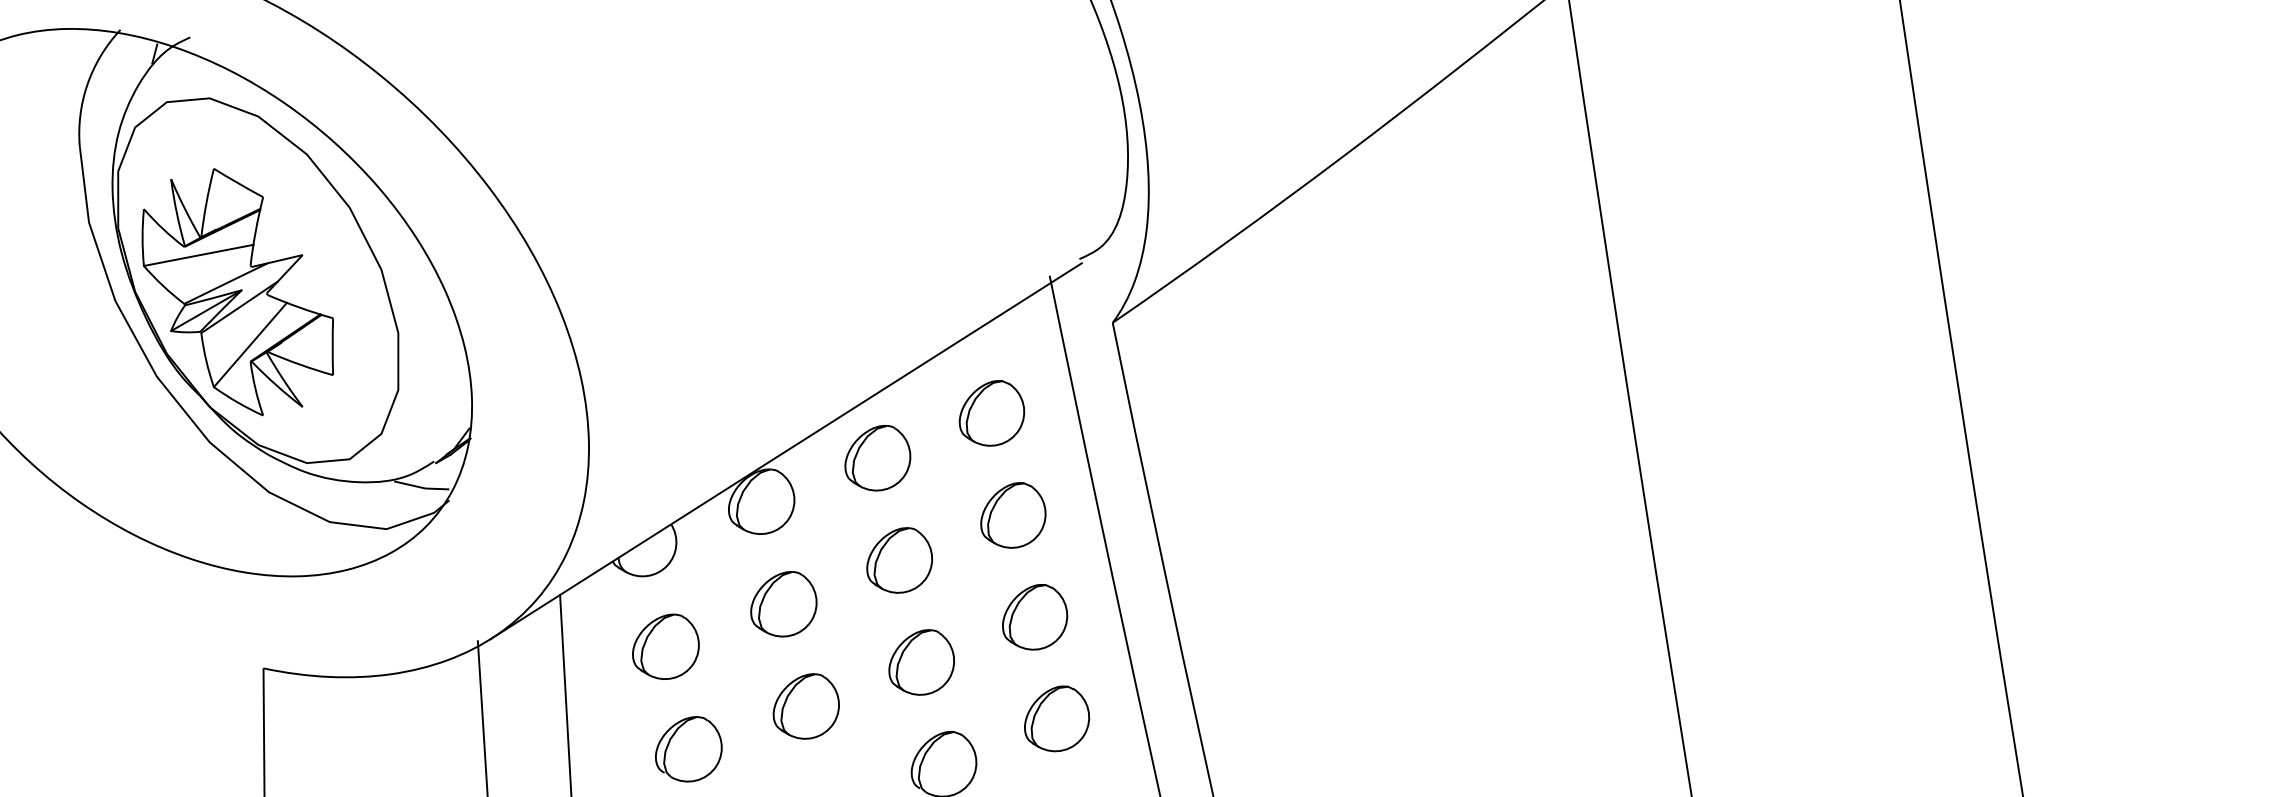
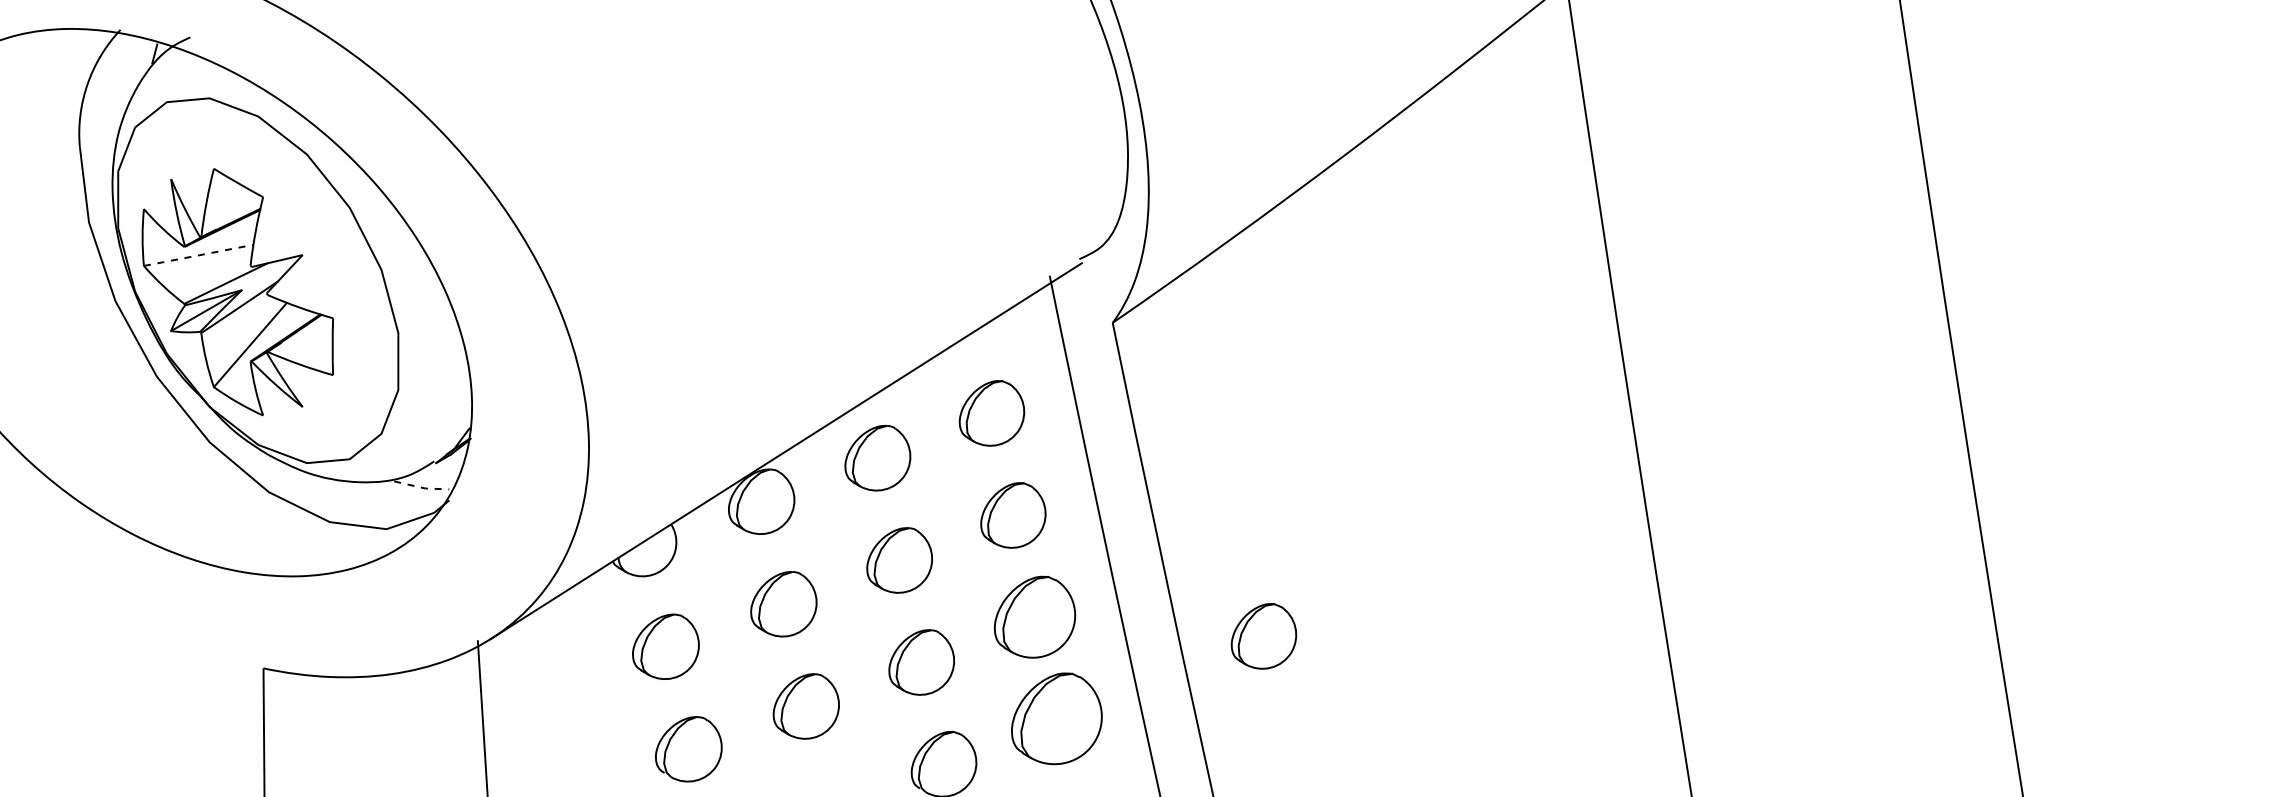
line at (198, 255): solid -> dashed
line at (421, 487): solid -> dashed
part at (1035, 617) size: 67x67 px -> 84x84 px
part at (1263, 636): none -> present
line at (565, 693): present -> none
part at (1057, 718) size: 67x68 px -> 92x94 px
